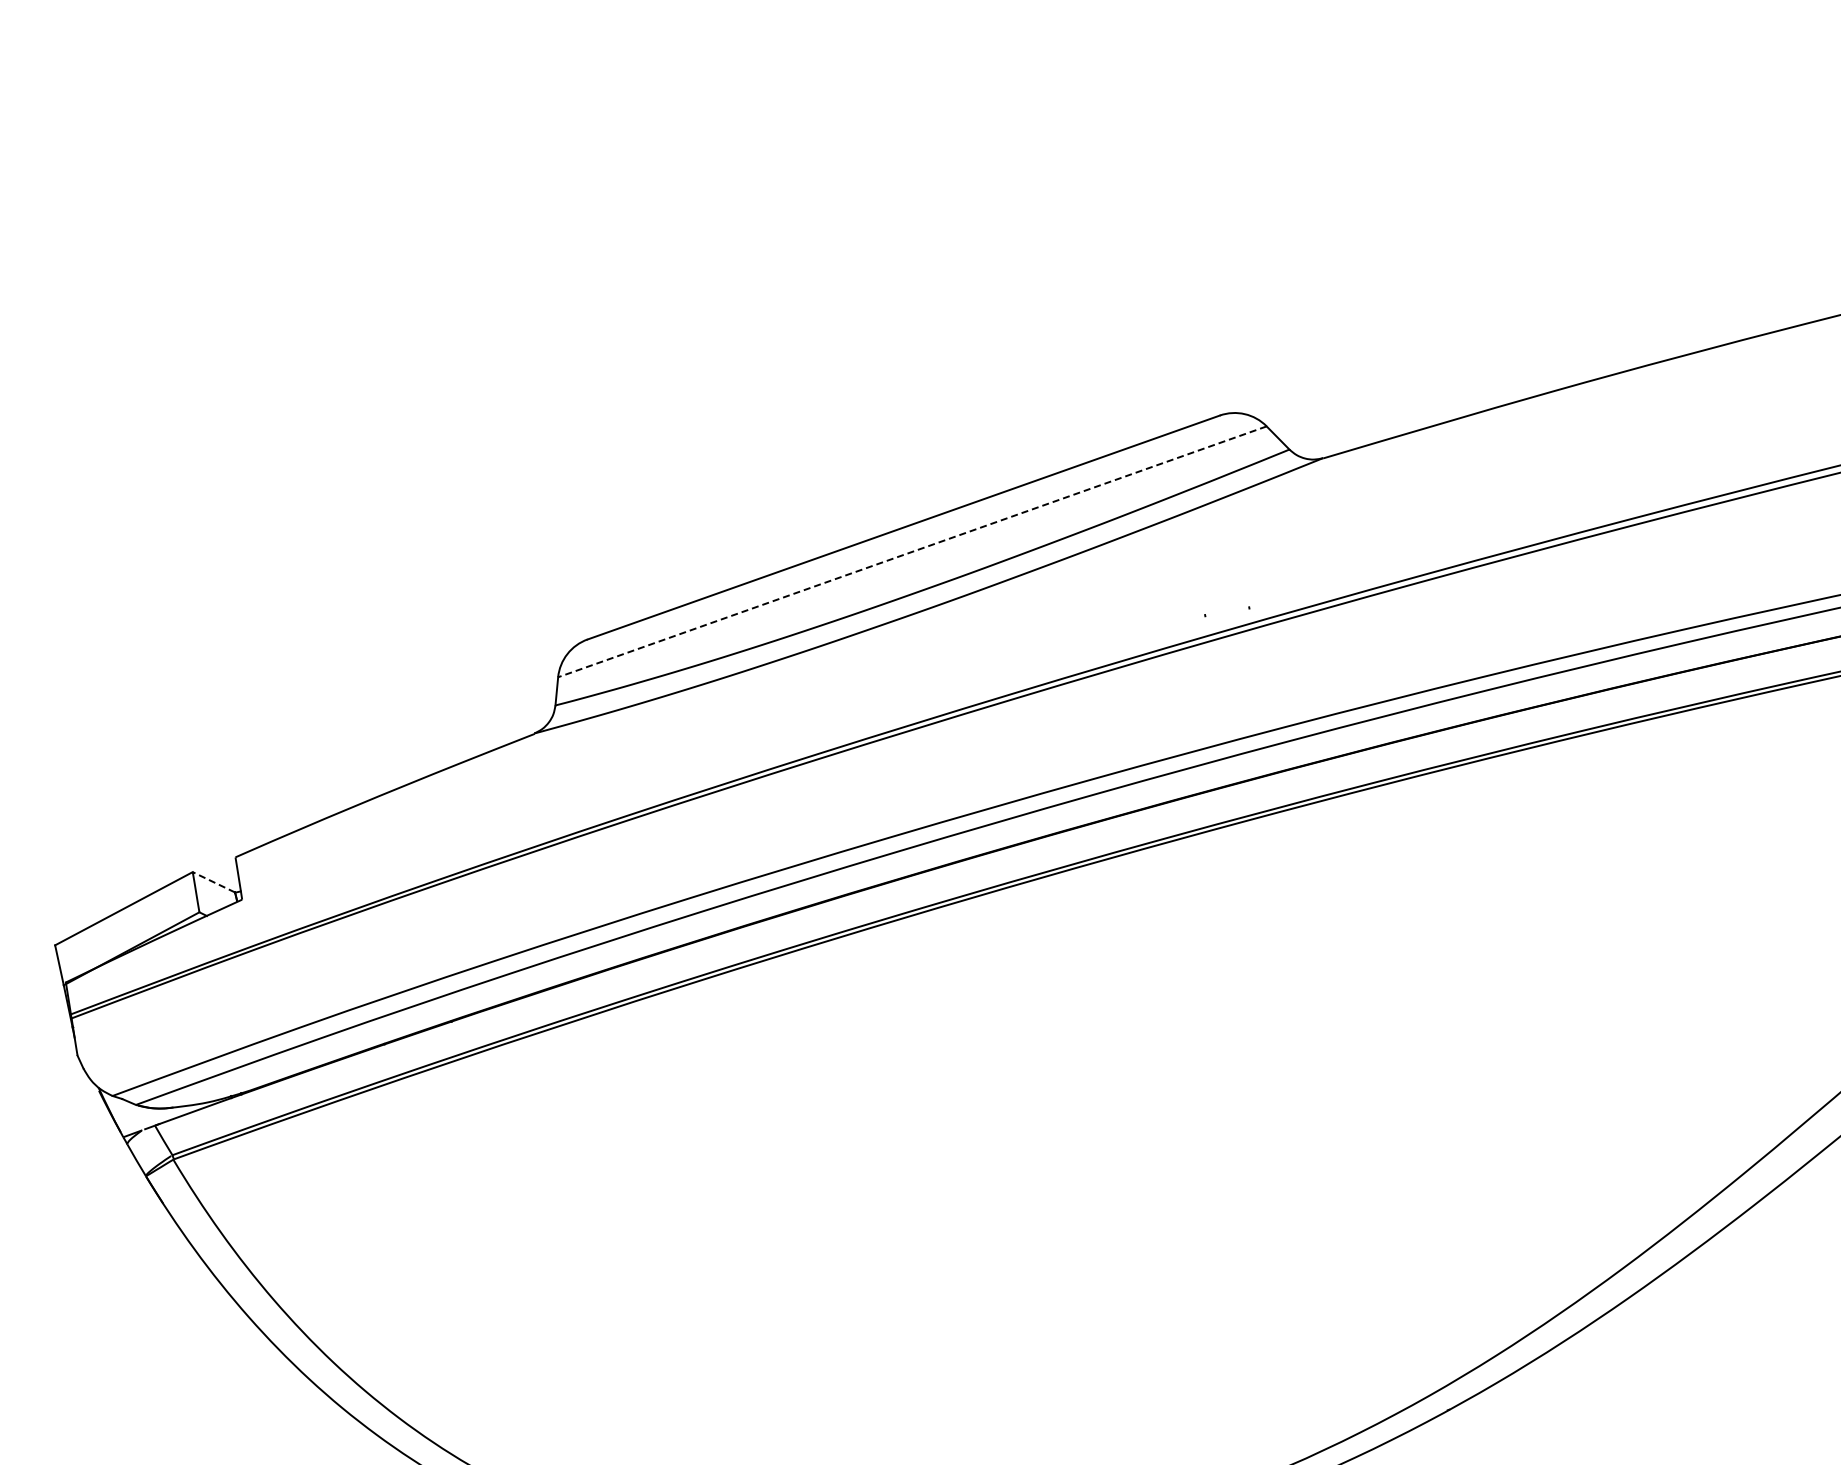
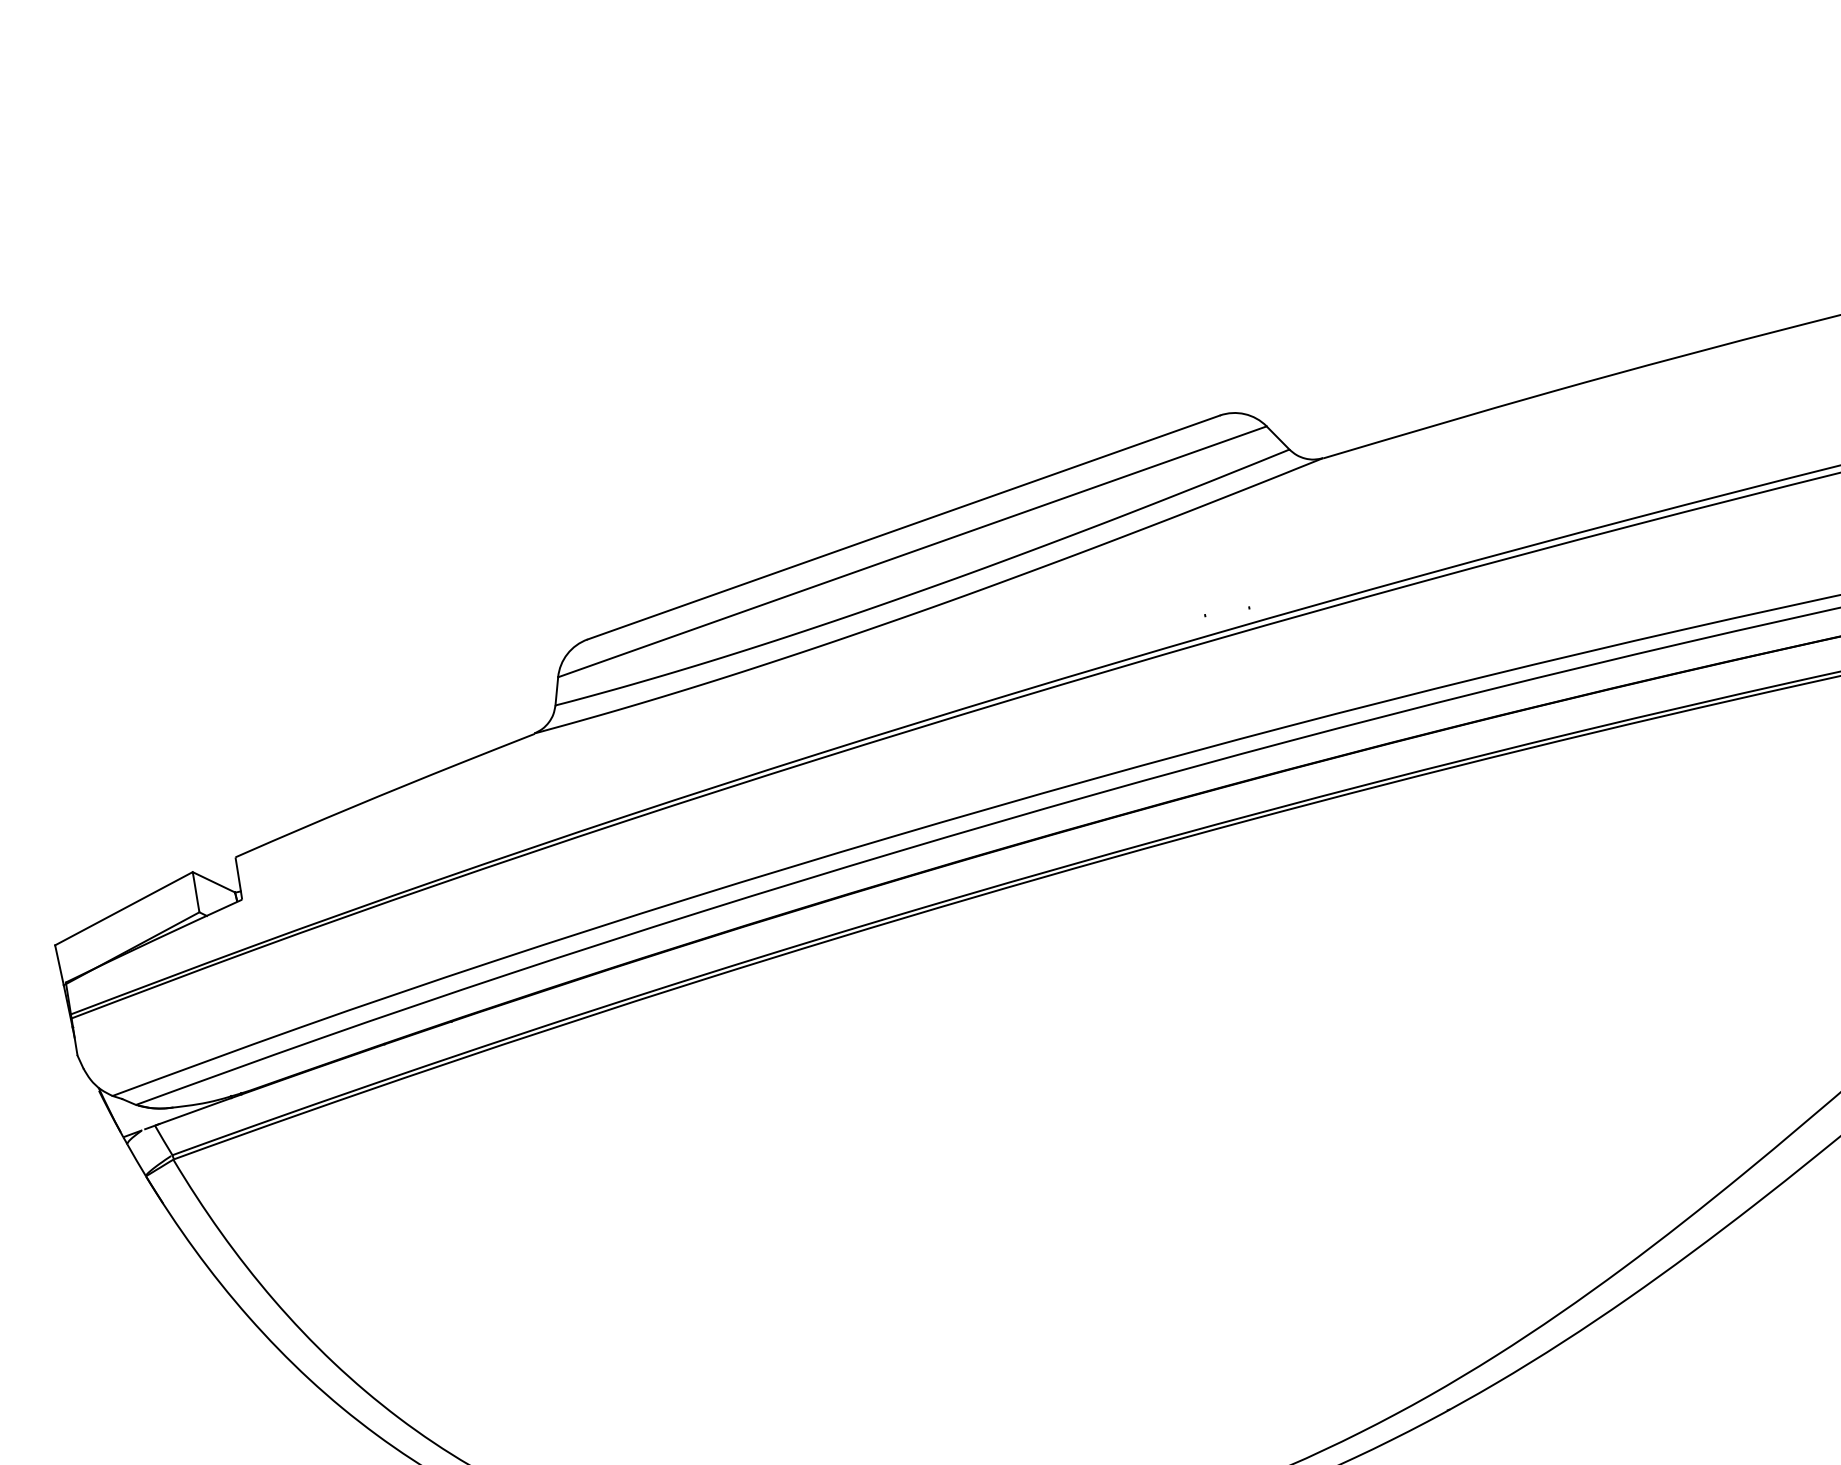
line at (912, 551): dashed -> solid
line at (213, 882): dashed -> solid
